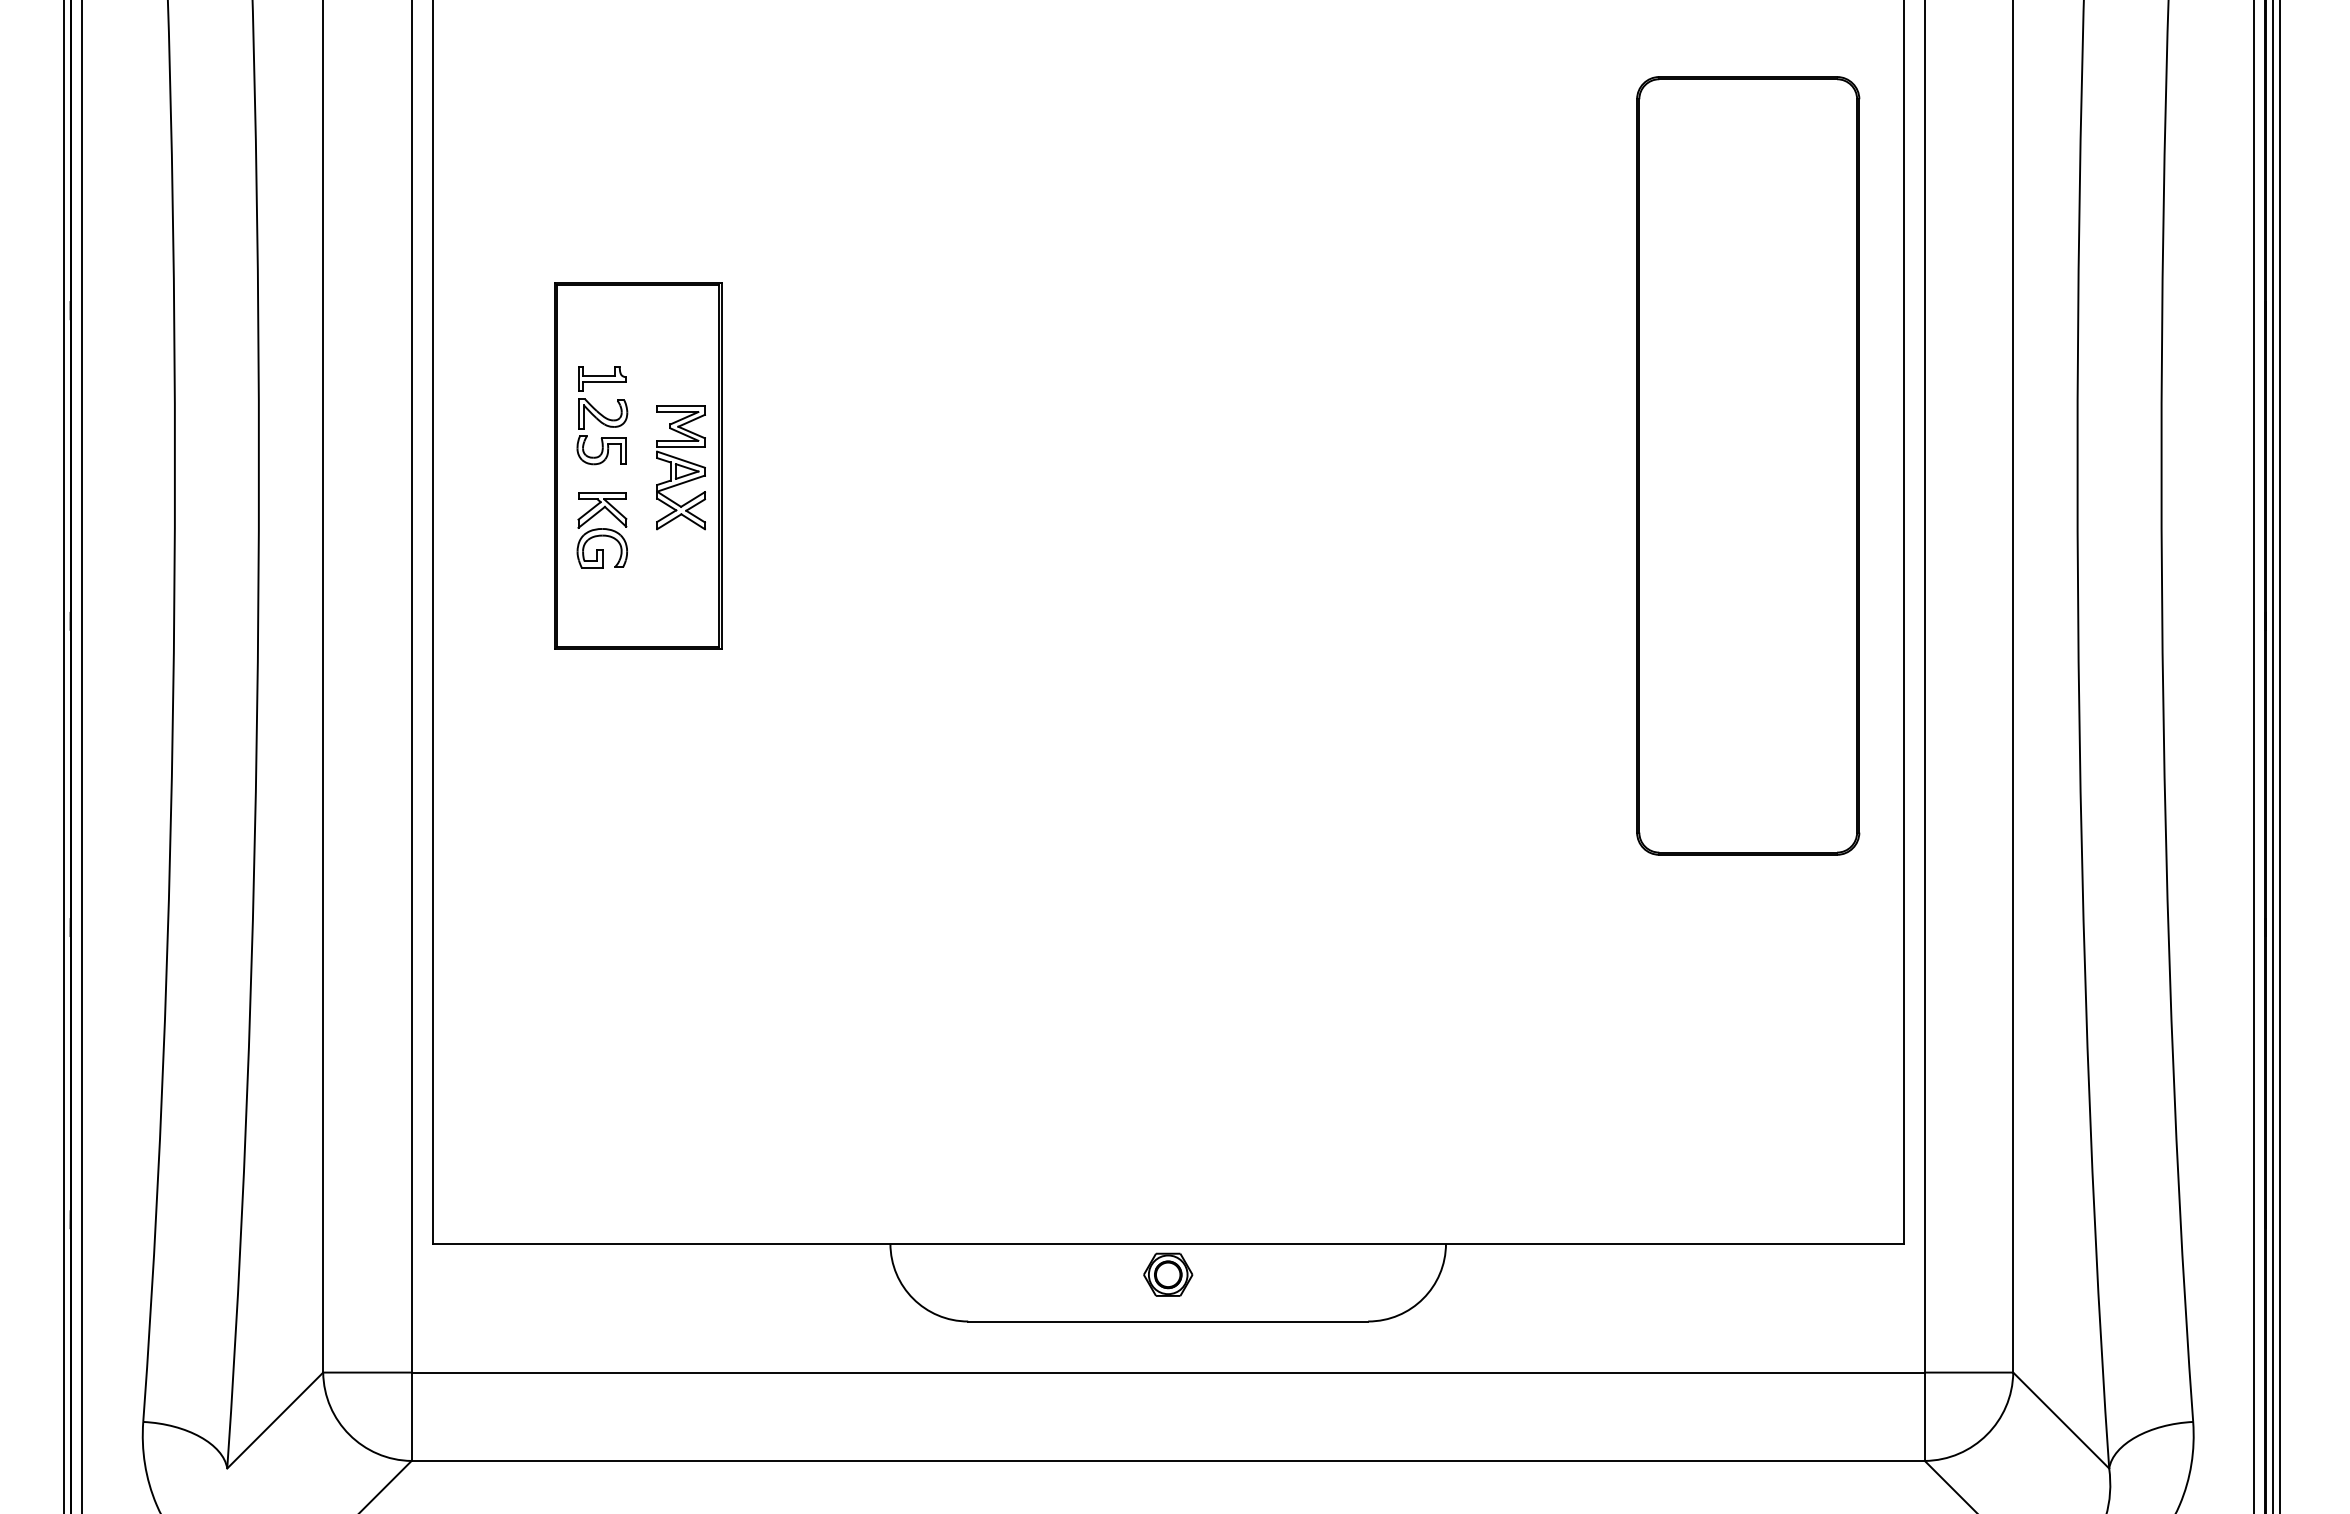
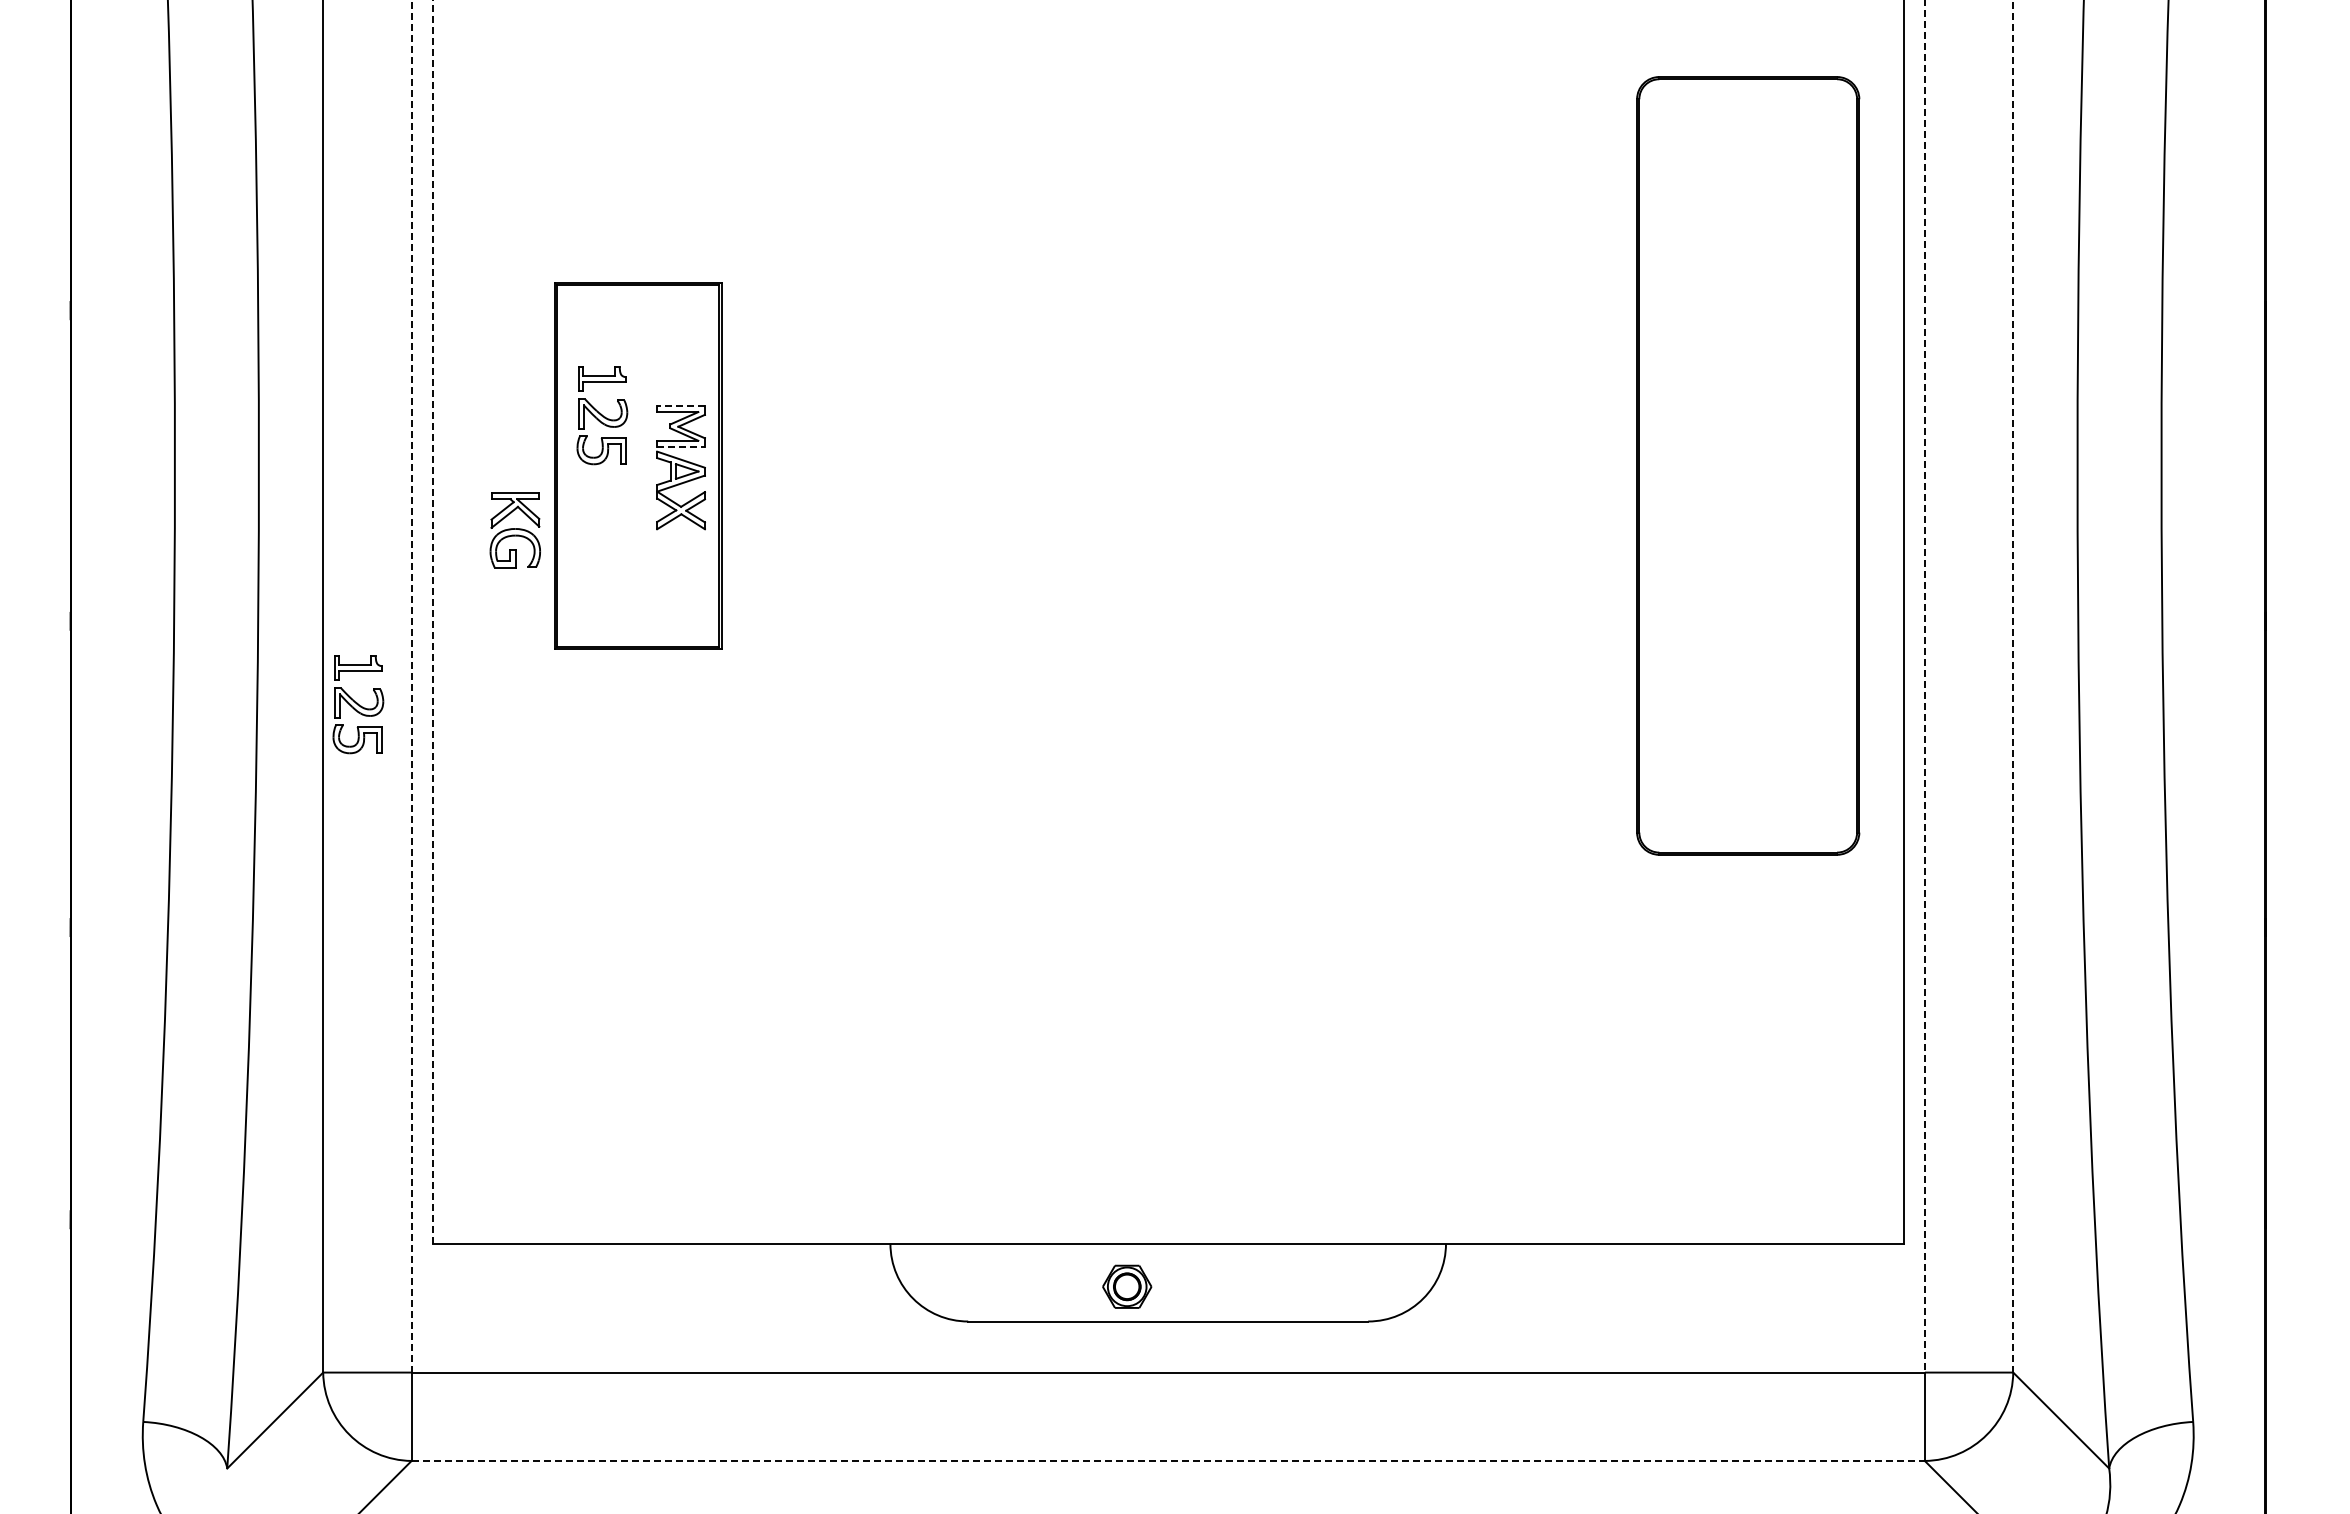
line at (681, 406): solid -> dashed
line at (681, 447): solid -> dashed
part at (601, 530) position: (601, 530) -> (514, 530)
line at (432, 621): solid -> dashed
line at (411, 685): solid -> dashed
line at (2013, 685): solid -> dashed
line at (1924, 686): solid -> dashed
part at (358, 704): none -> present
line at (63, 756): present -> none
line at (82, 756): present -> none
line at (2254, 756): present -> none
line at (2272, 756): present -> none
line at (2279, 756): present -> none
part at (1168, 1274) position: (1168, 1274) -> (1127, 1286)
line at (1168, 1460): solid -> dashed
